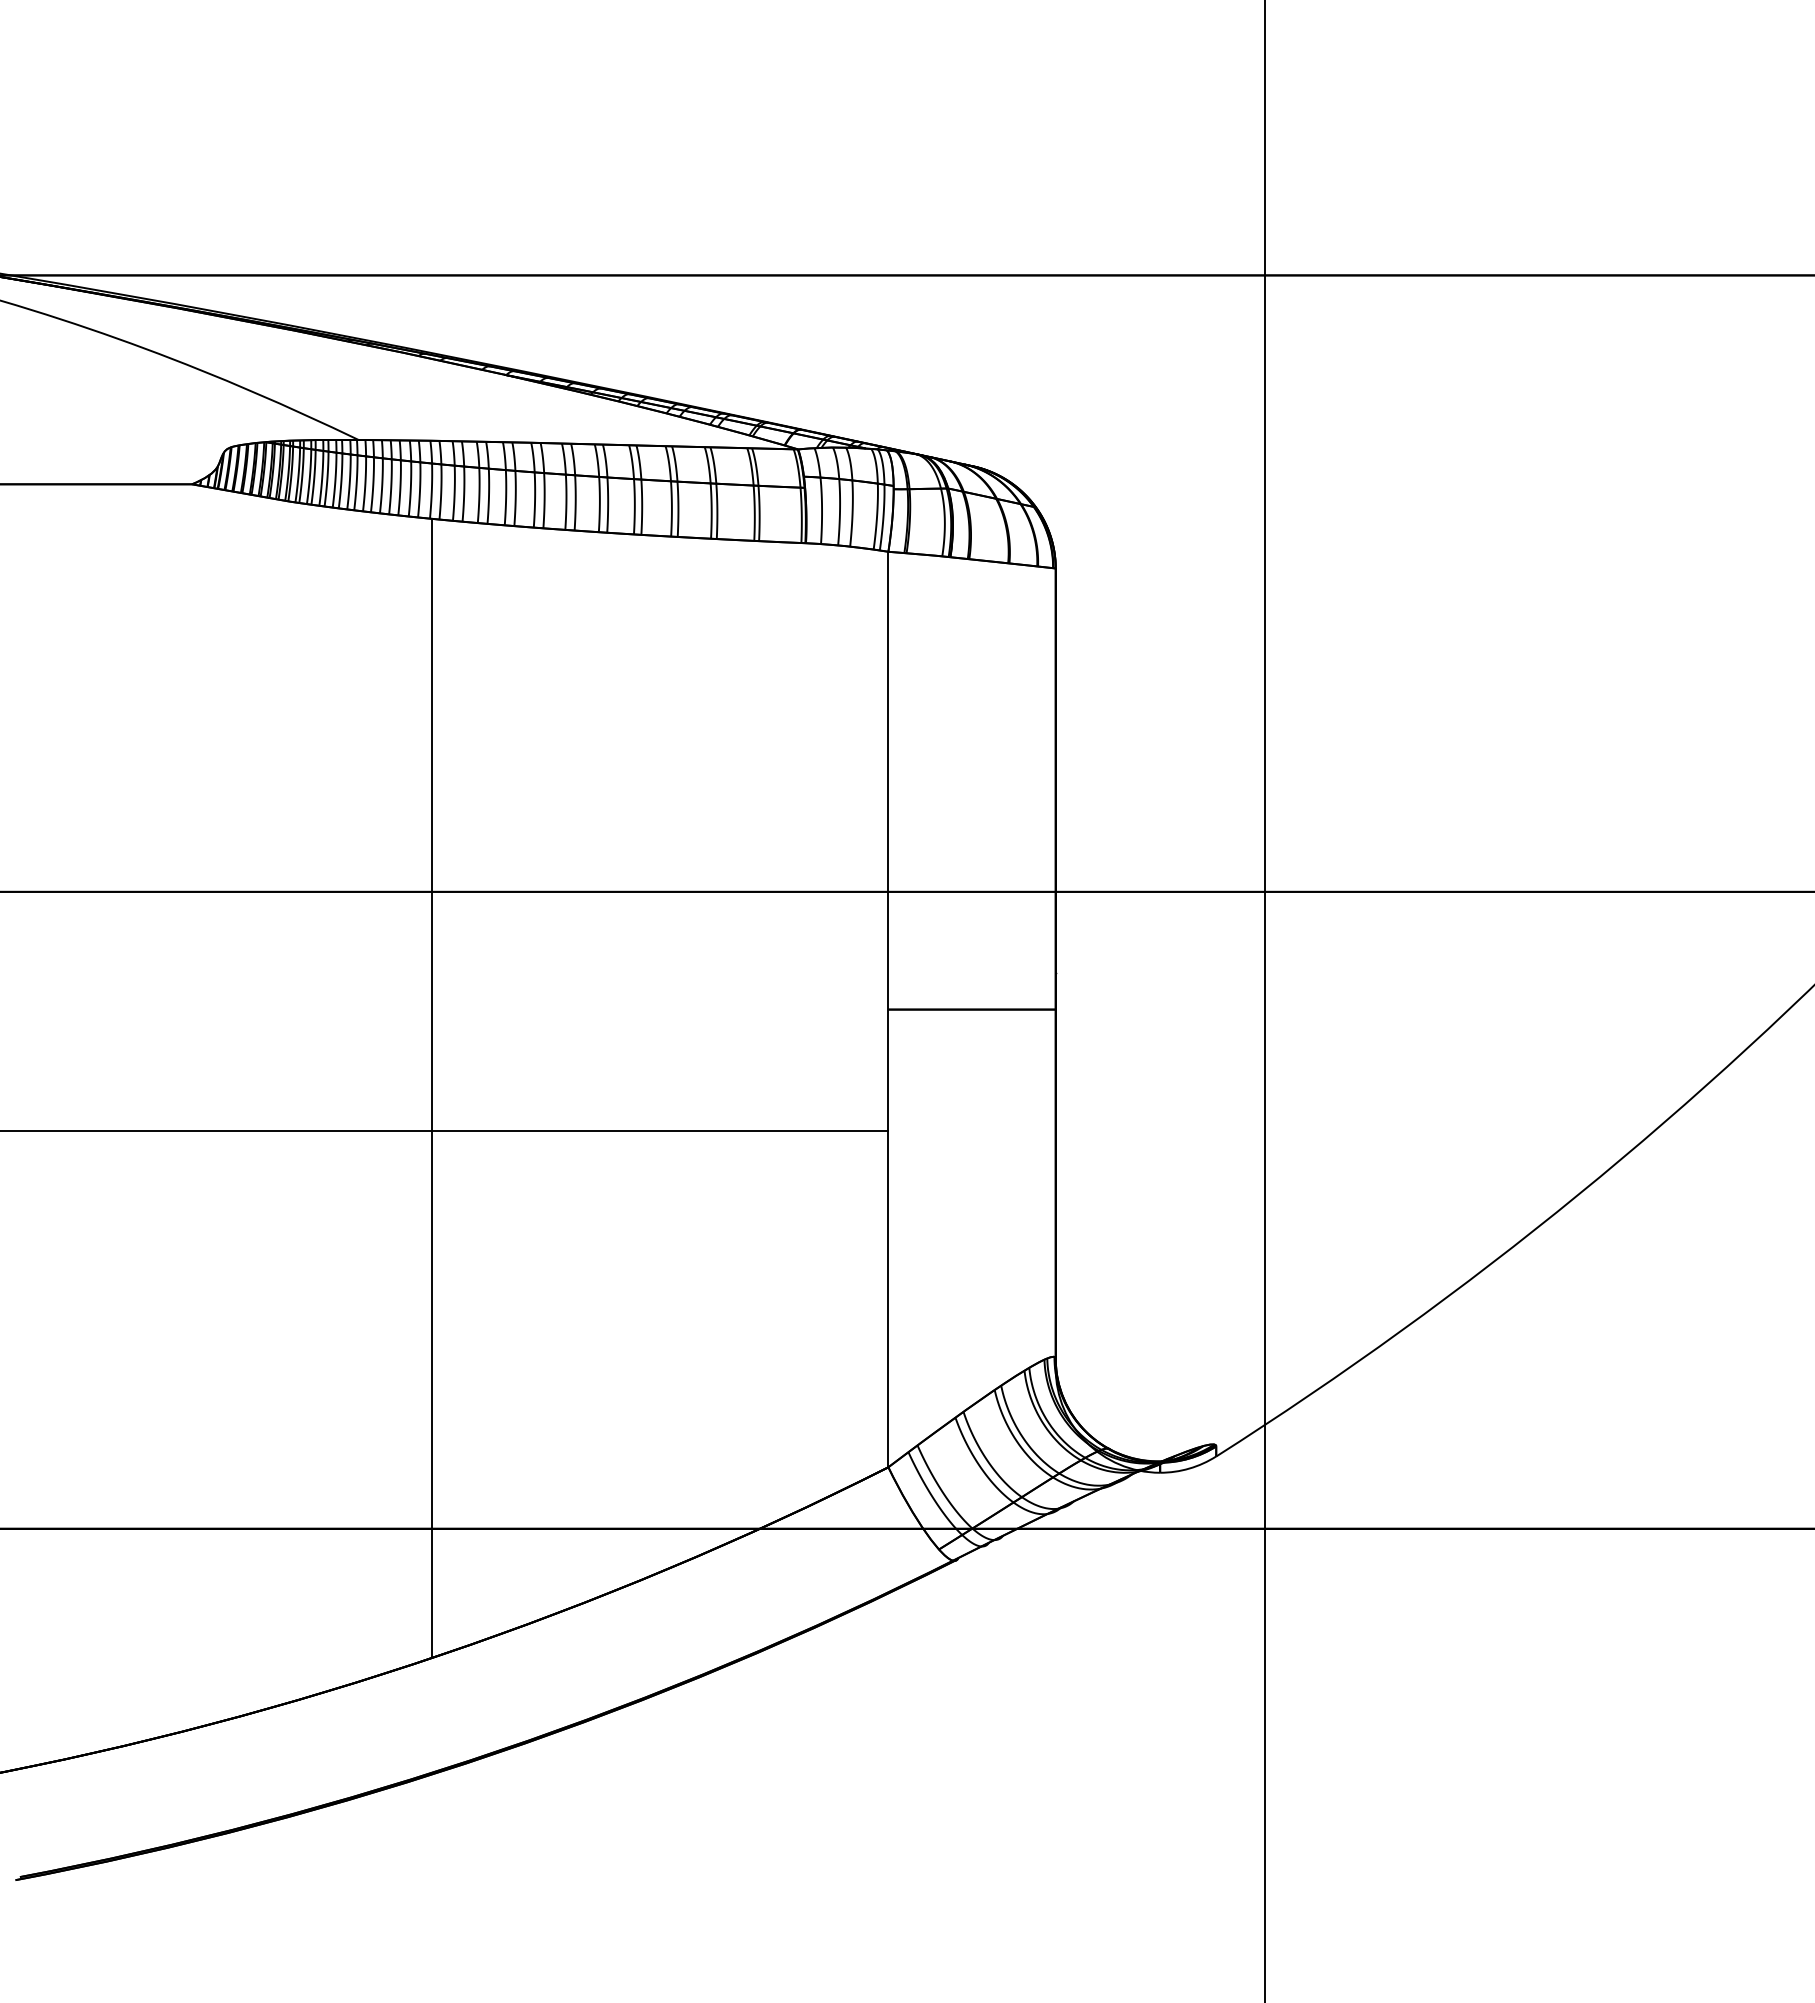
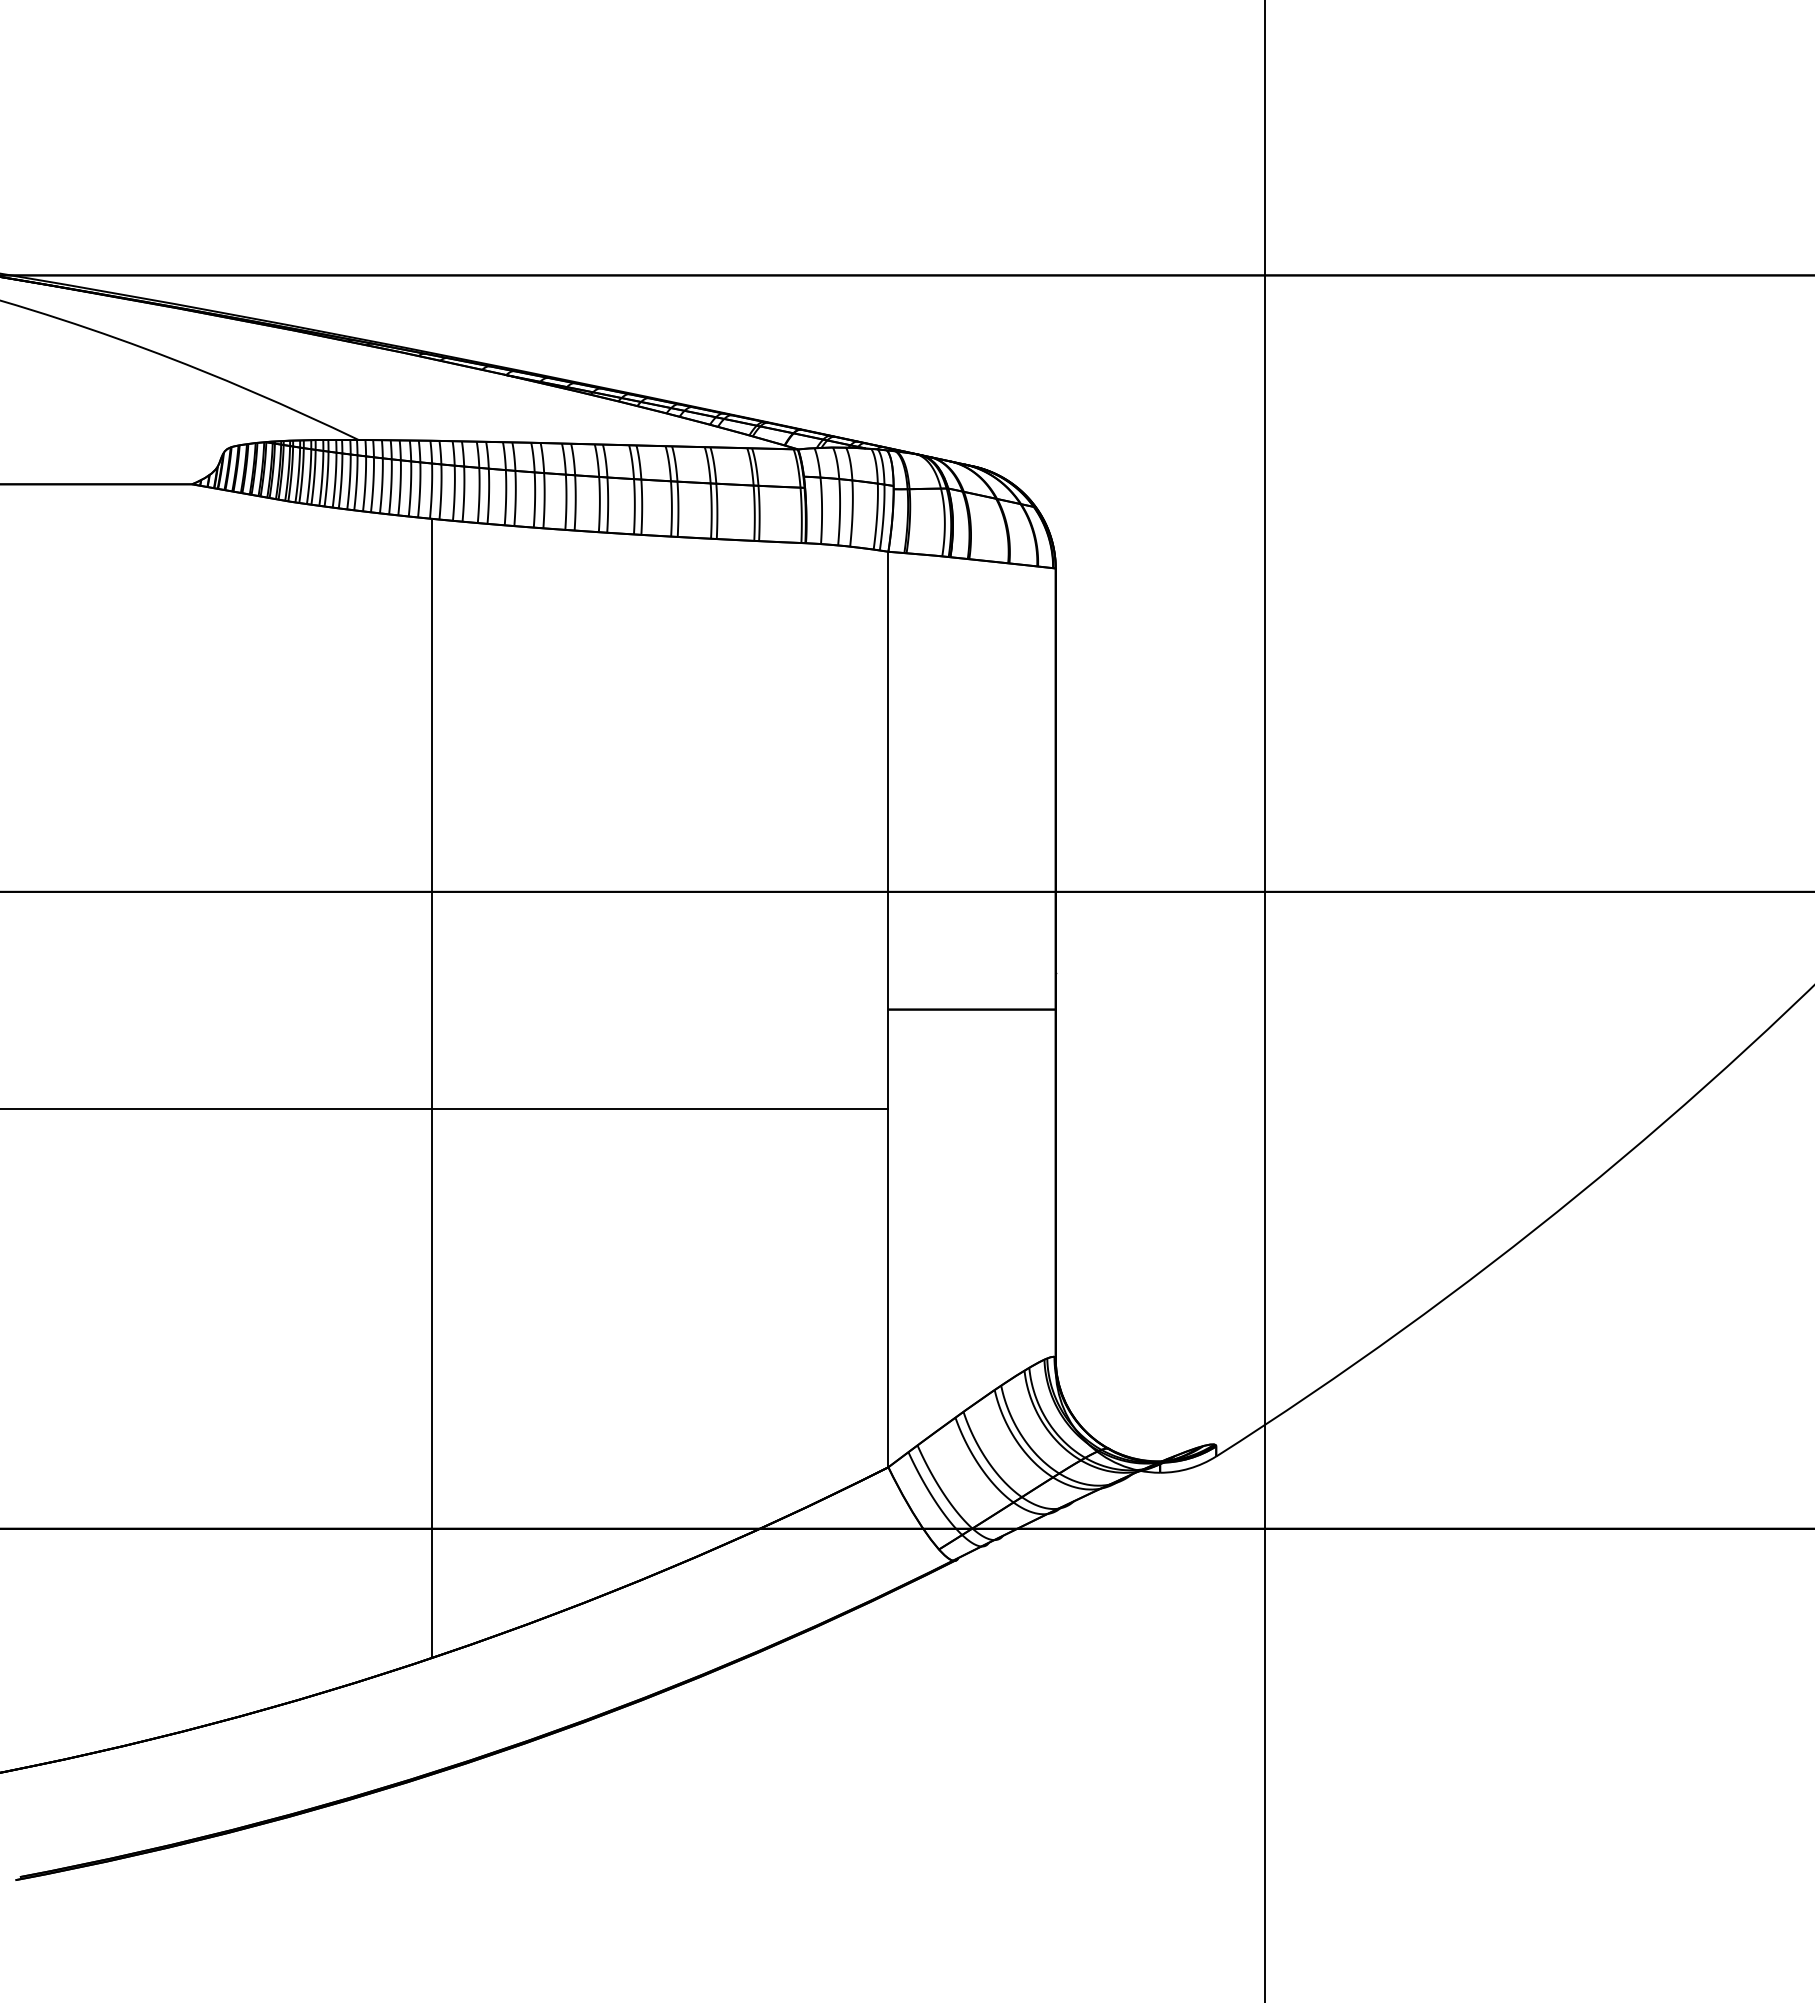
line at (445, 1130) position: (445, 1130) -> (445, 1108)
